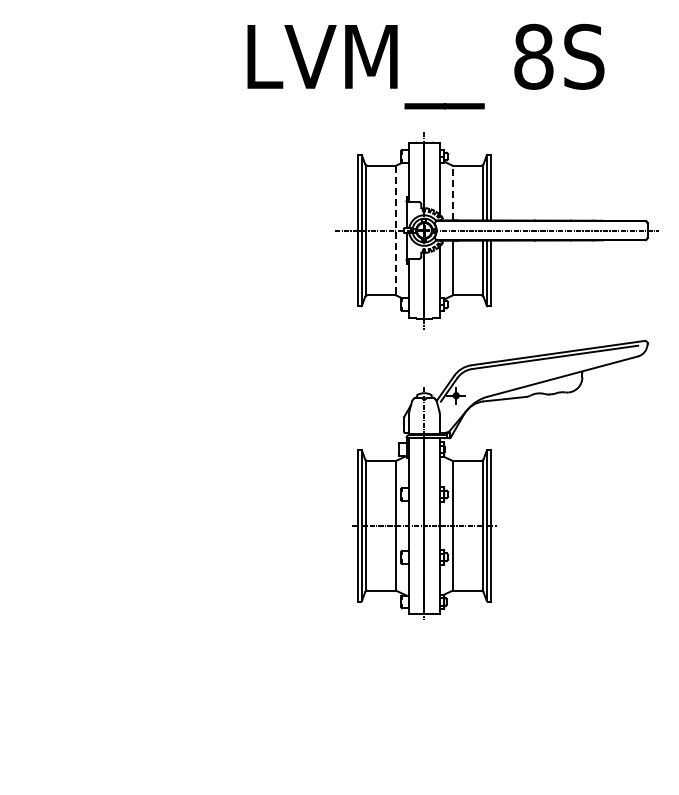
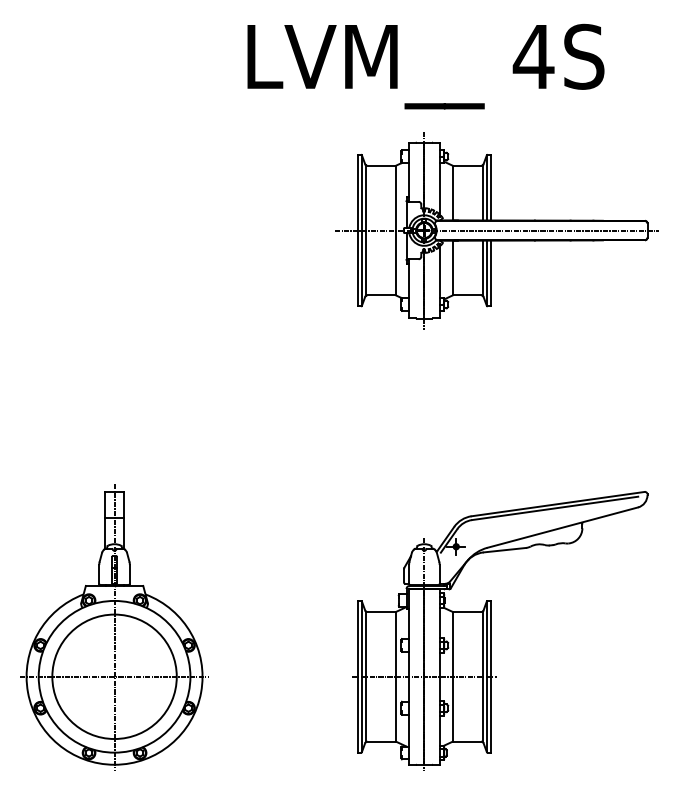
text at (533, 56): 8S -> 4S
line at (452, 192): dashed -> solid
line at (395, 230): dashed -> solid
part at (491, 479) position: (491, 479) -> (491, 630)
part at (114, 627): none -> present
